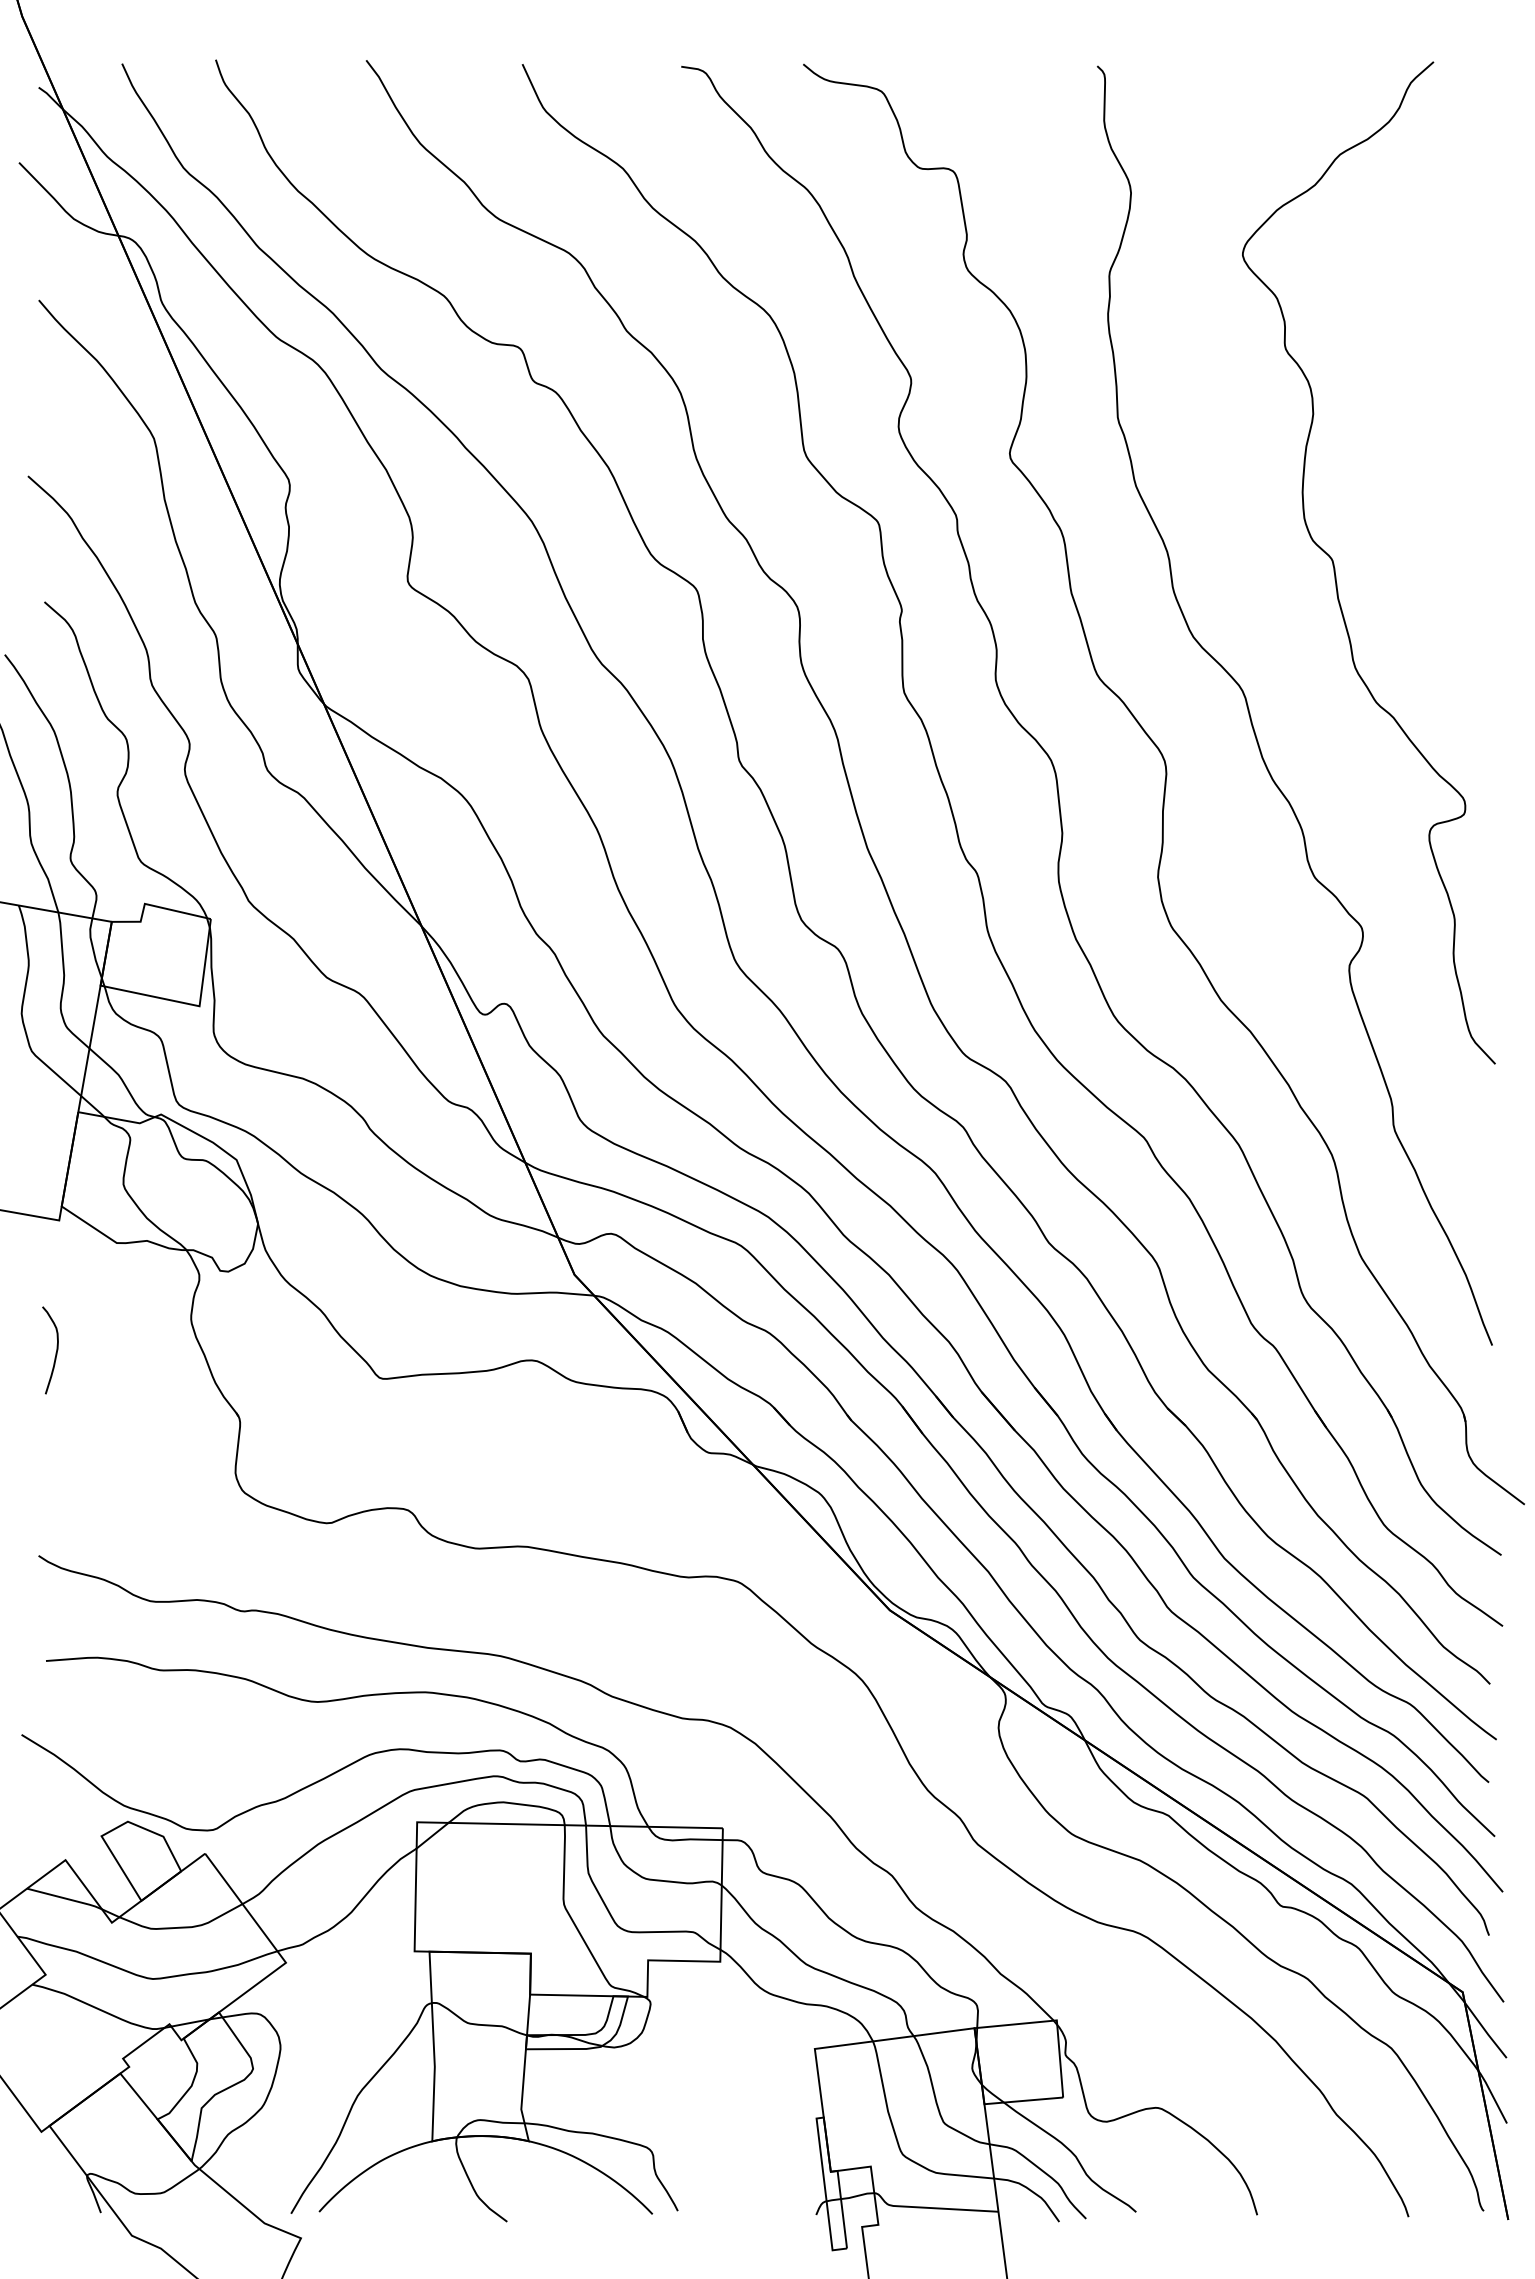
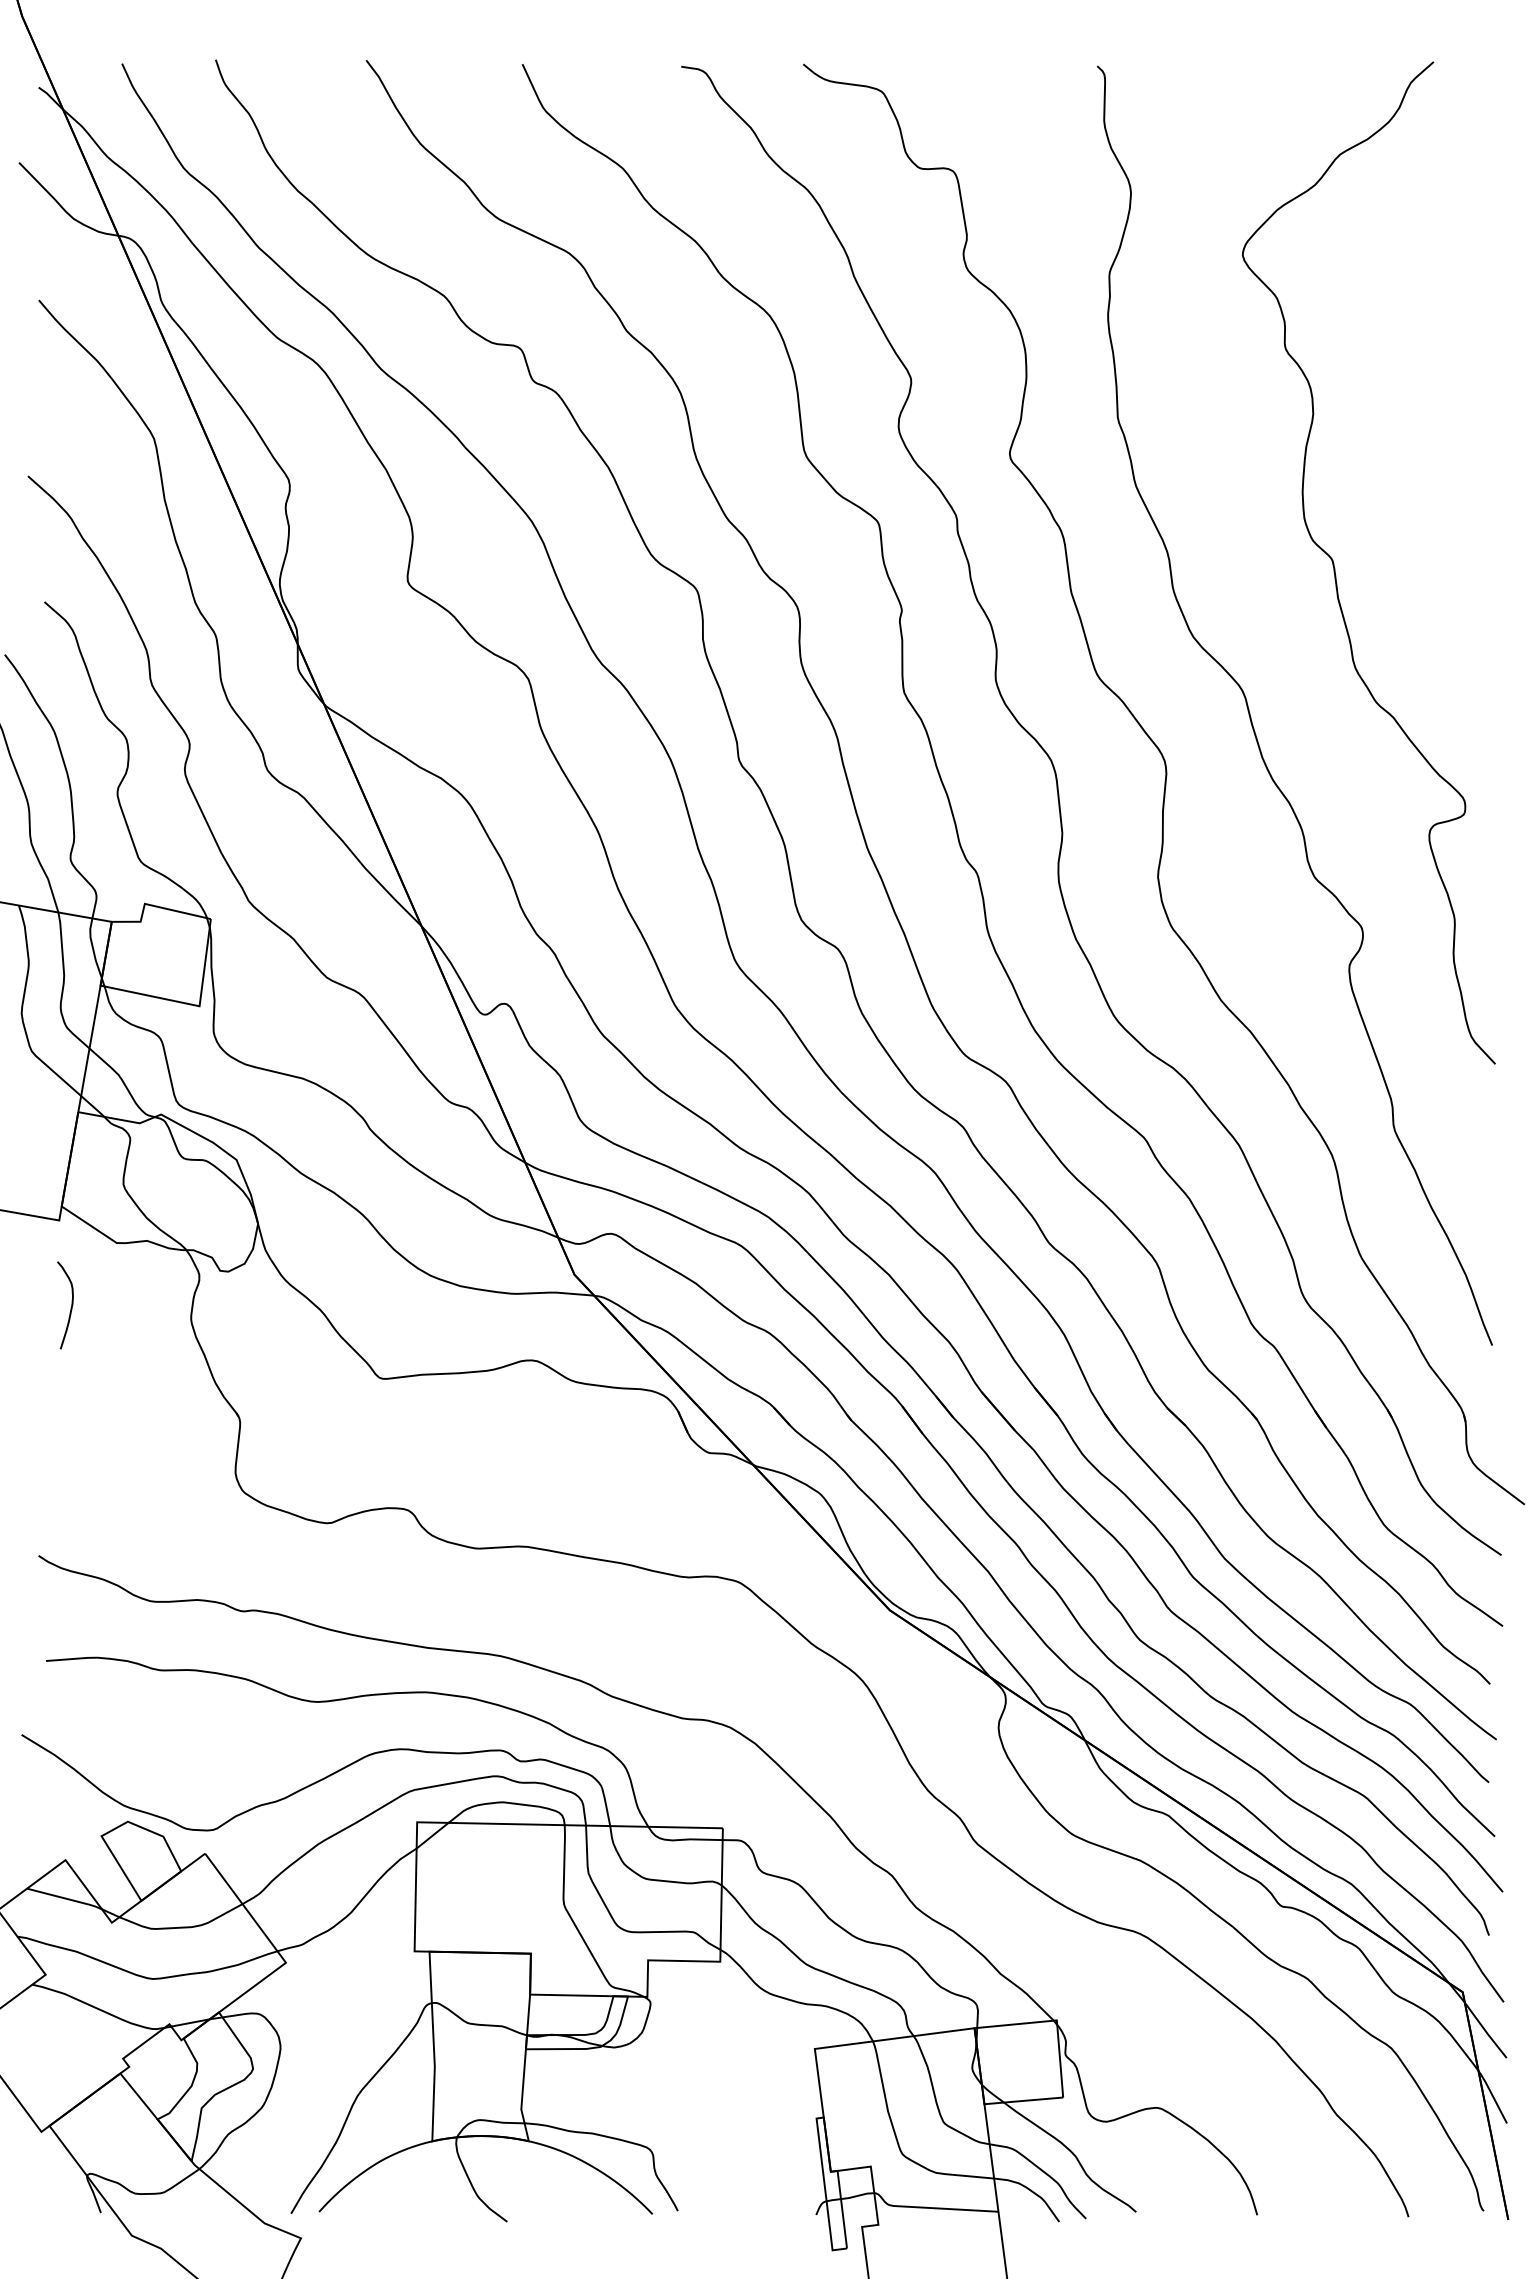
curve at (55, 1352) position: (55, 1352) -> (70, 1307)
